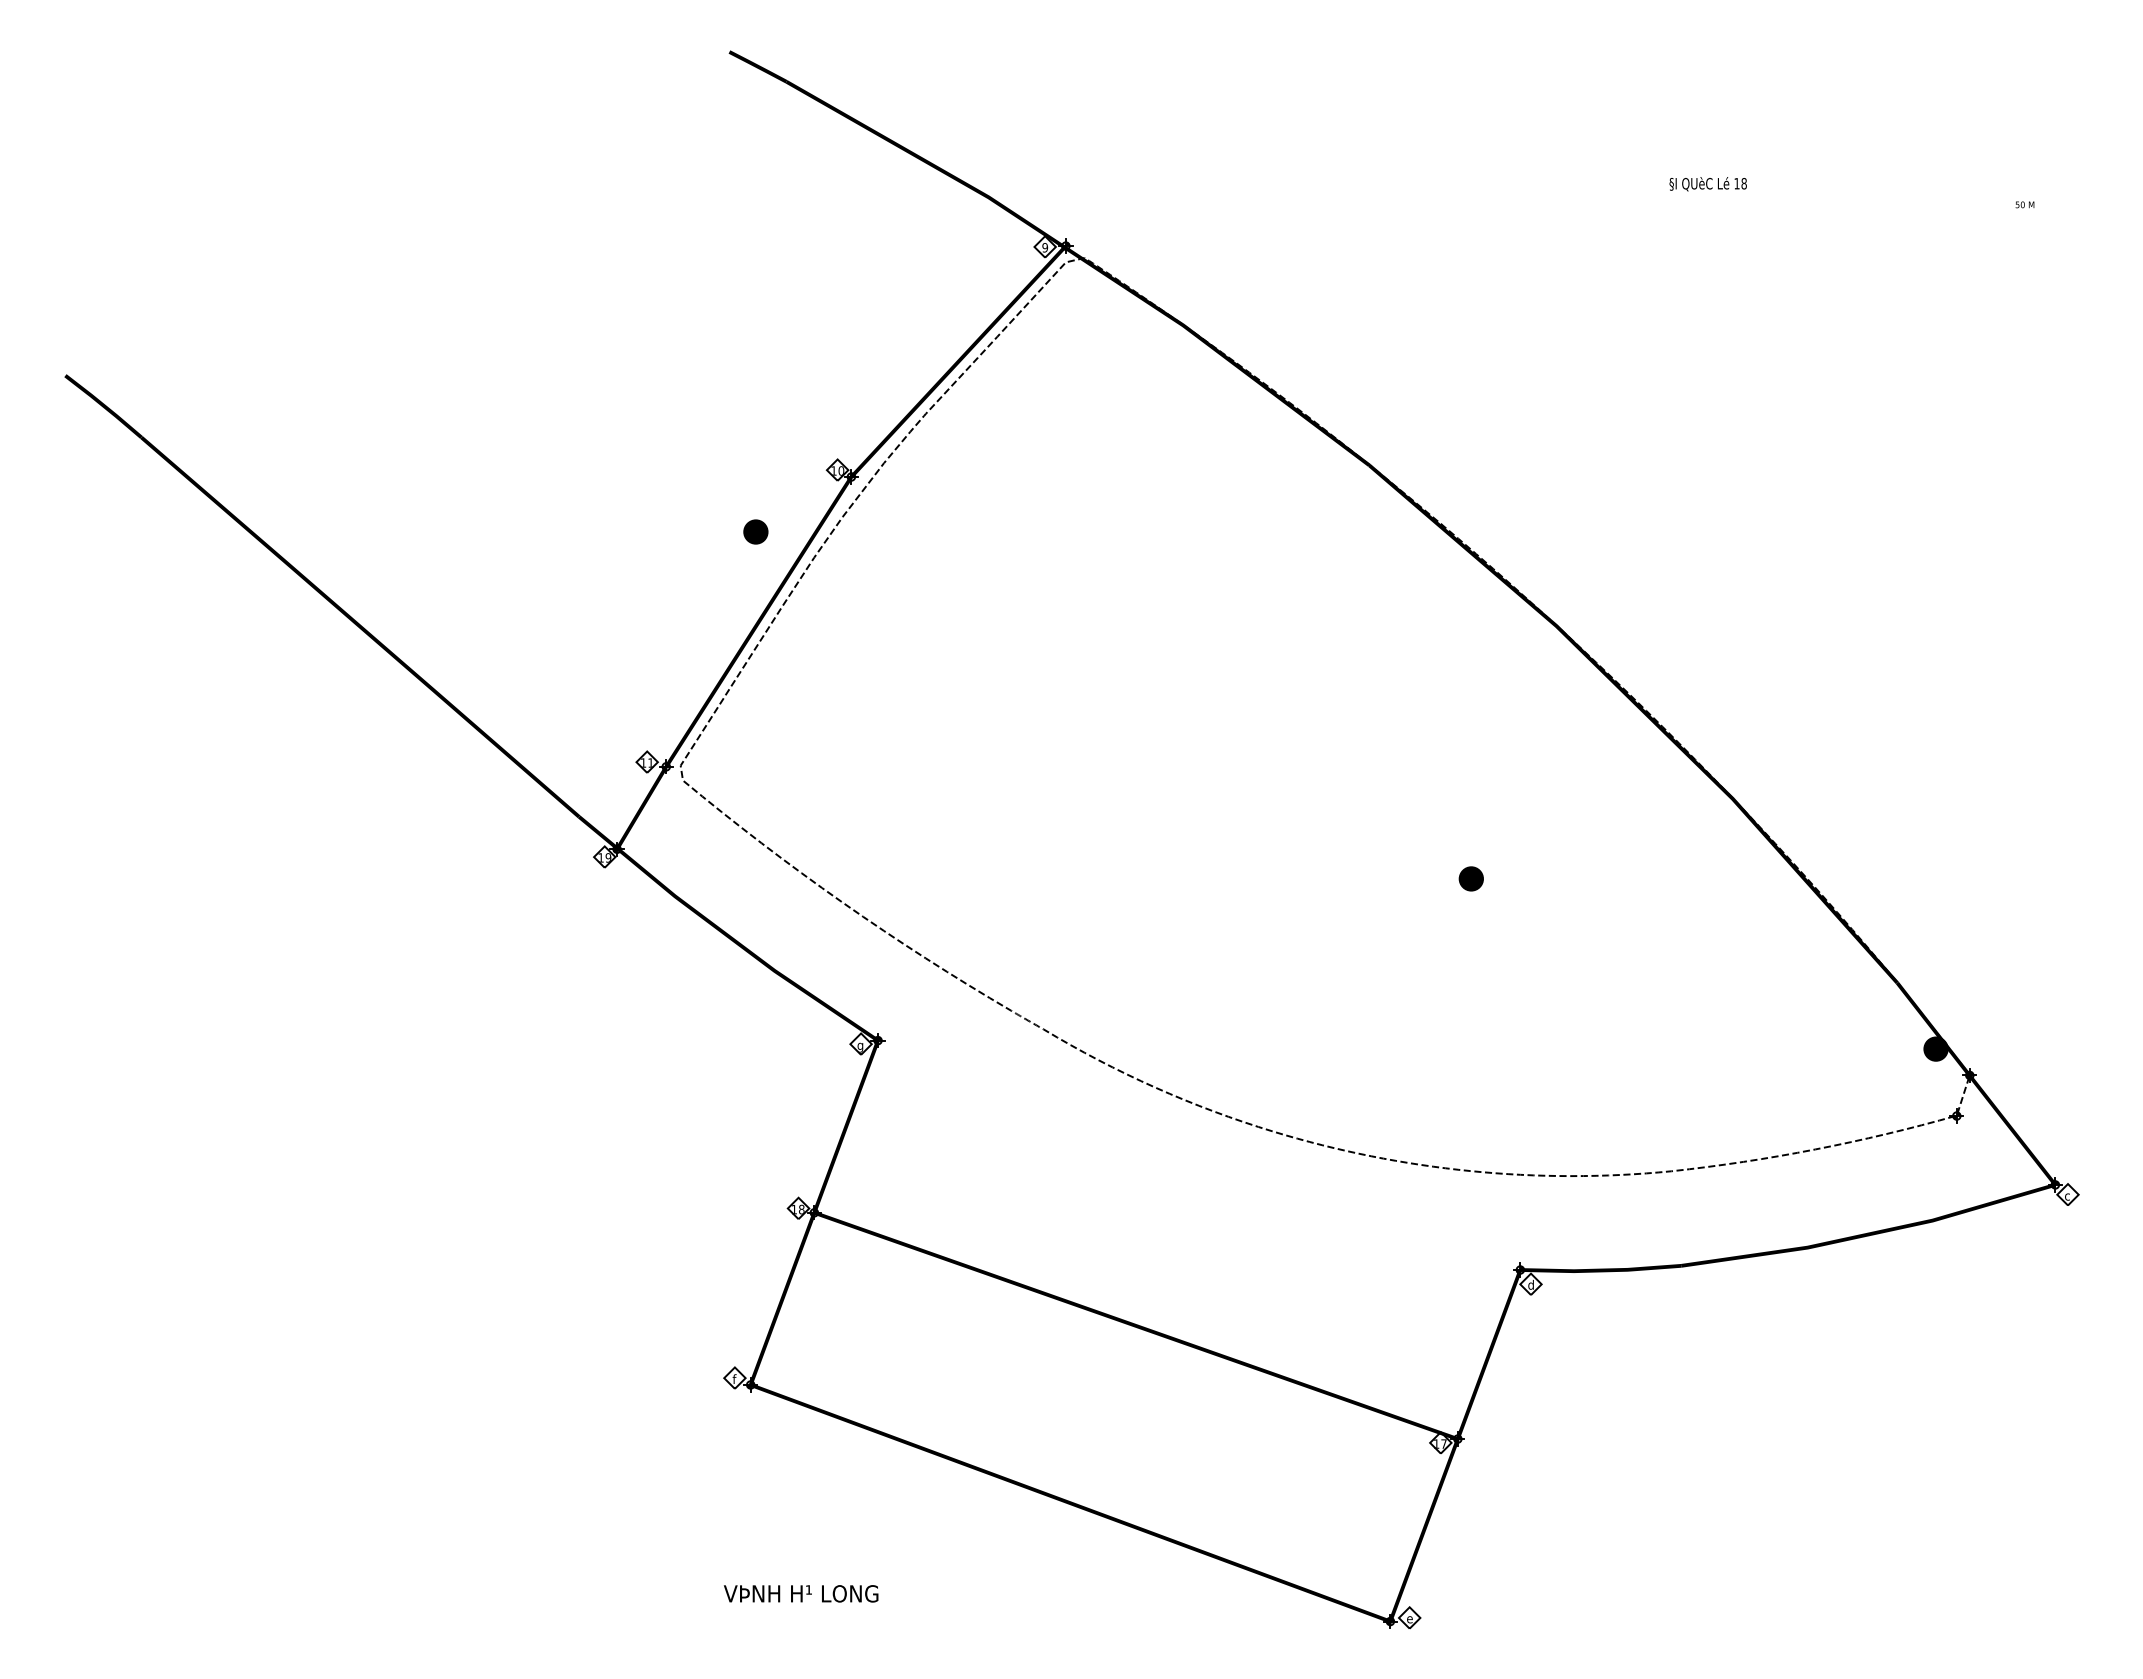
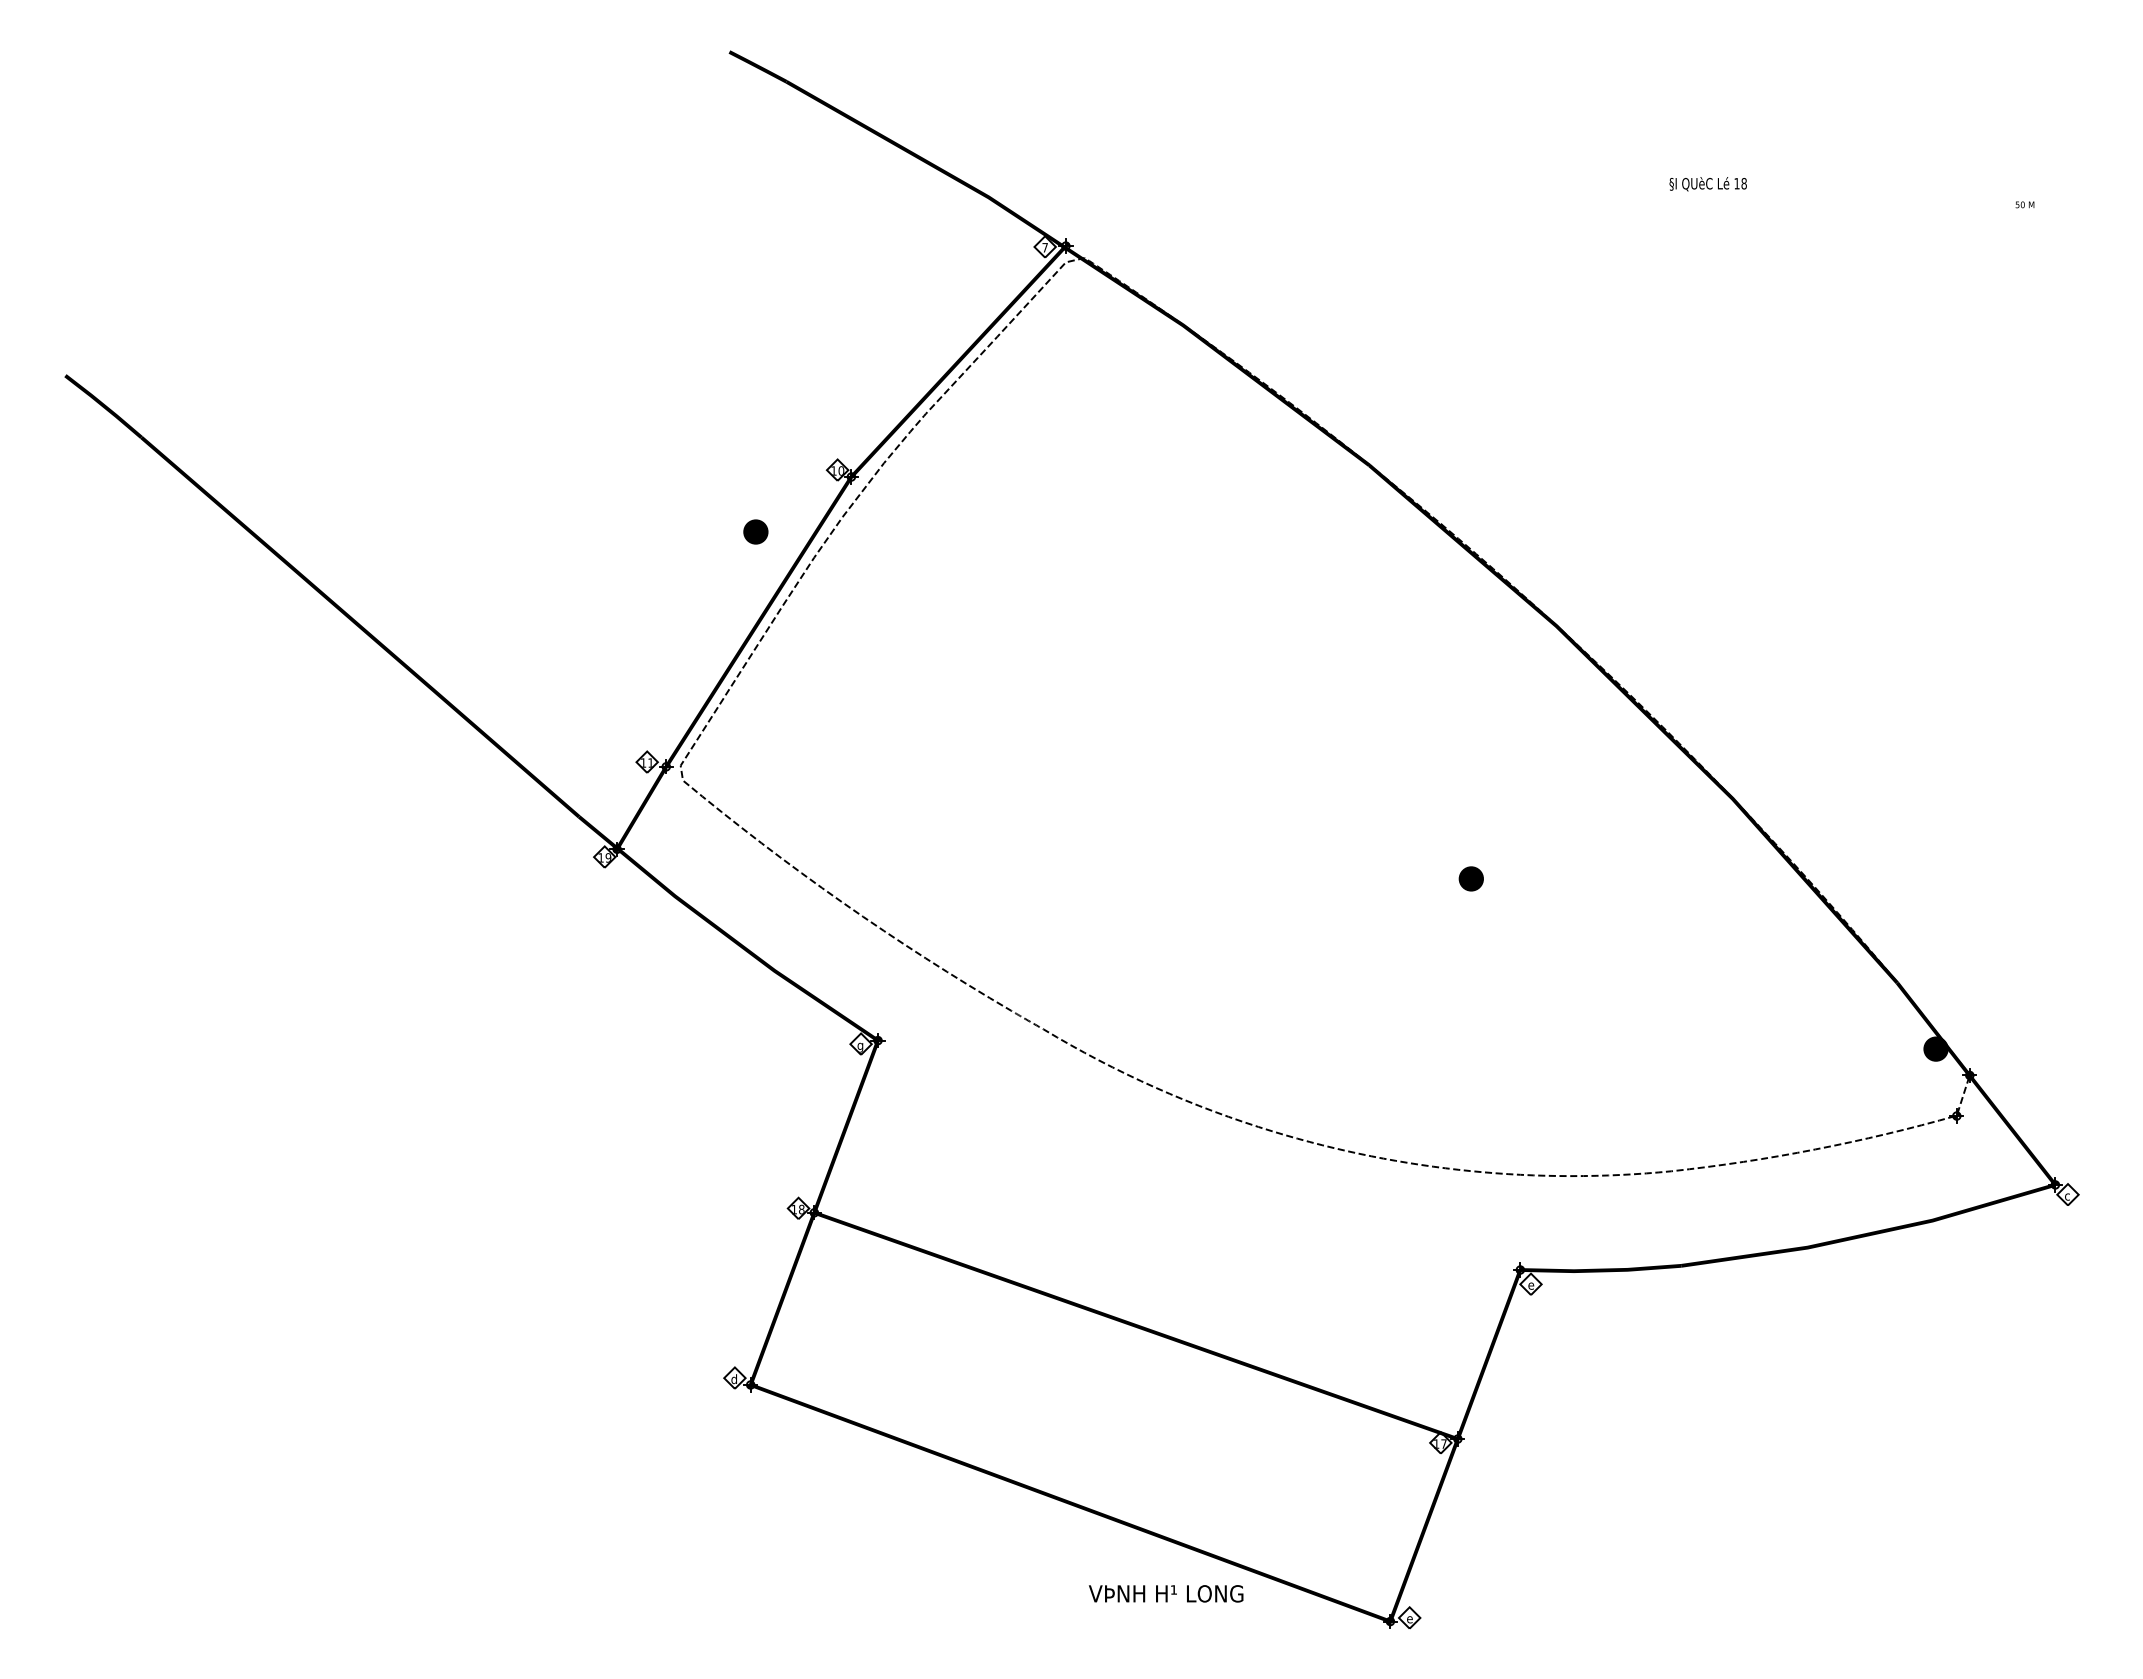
text at (1045, 247): 9 -> 7
text at (1531, 1284): d -> e
text at (733, 1379): f -> d
text at (801, 1593) position: (801, 1593) -> (1166, 1593)
